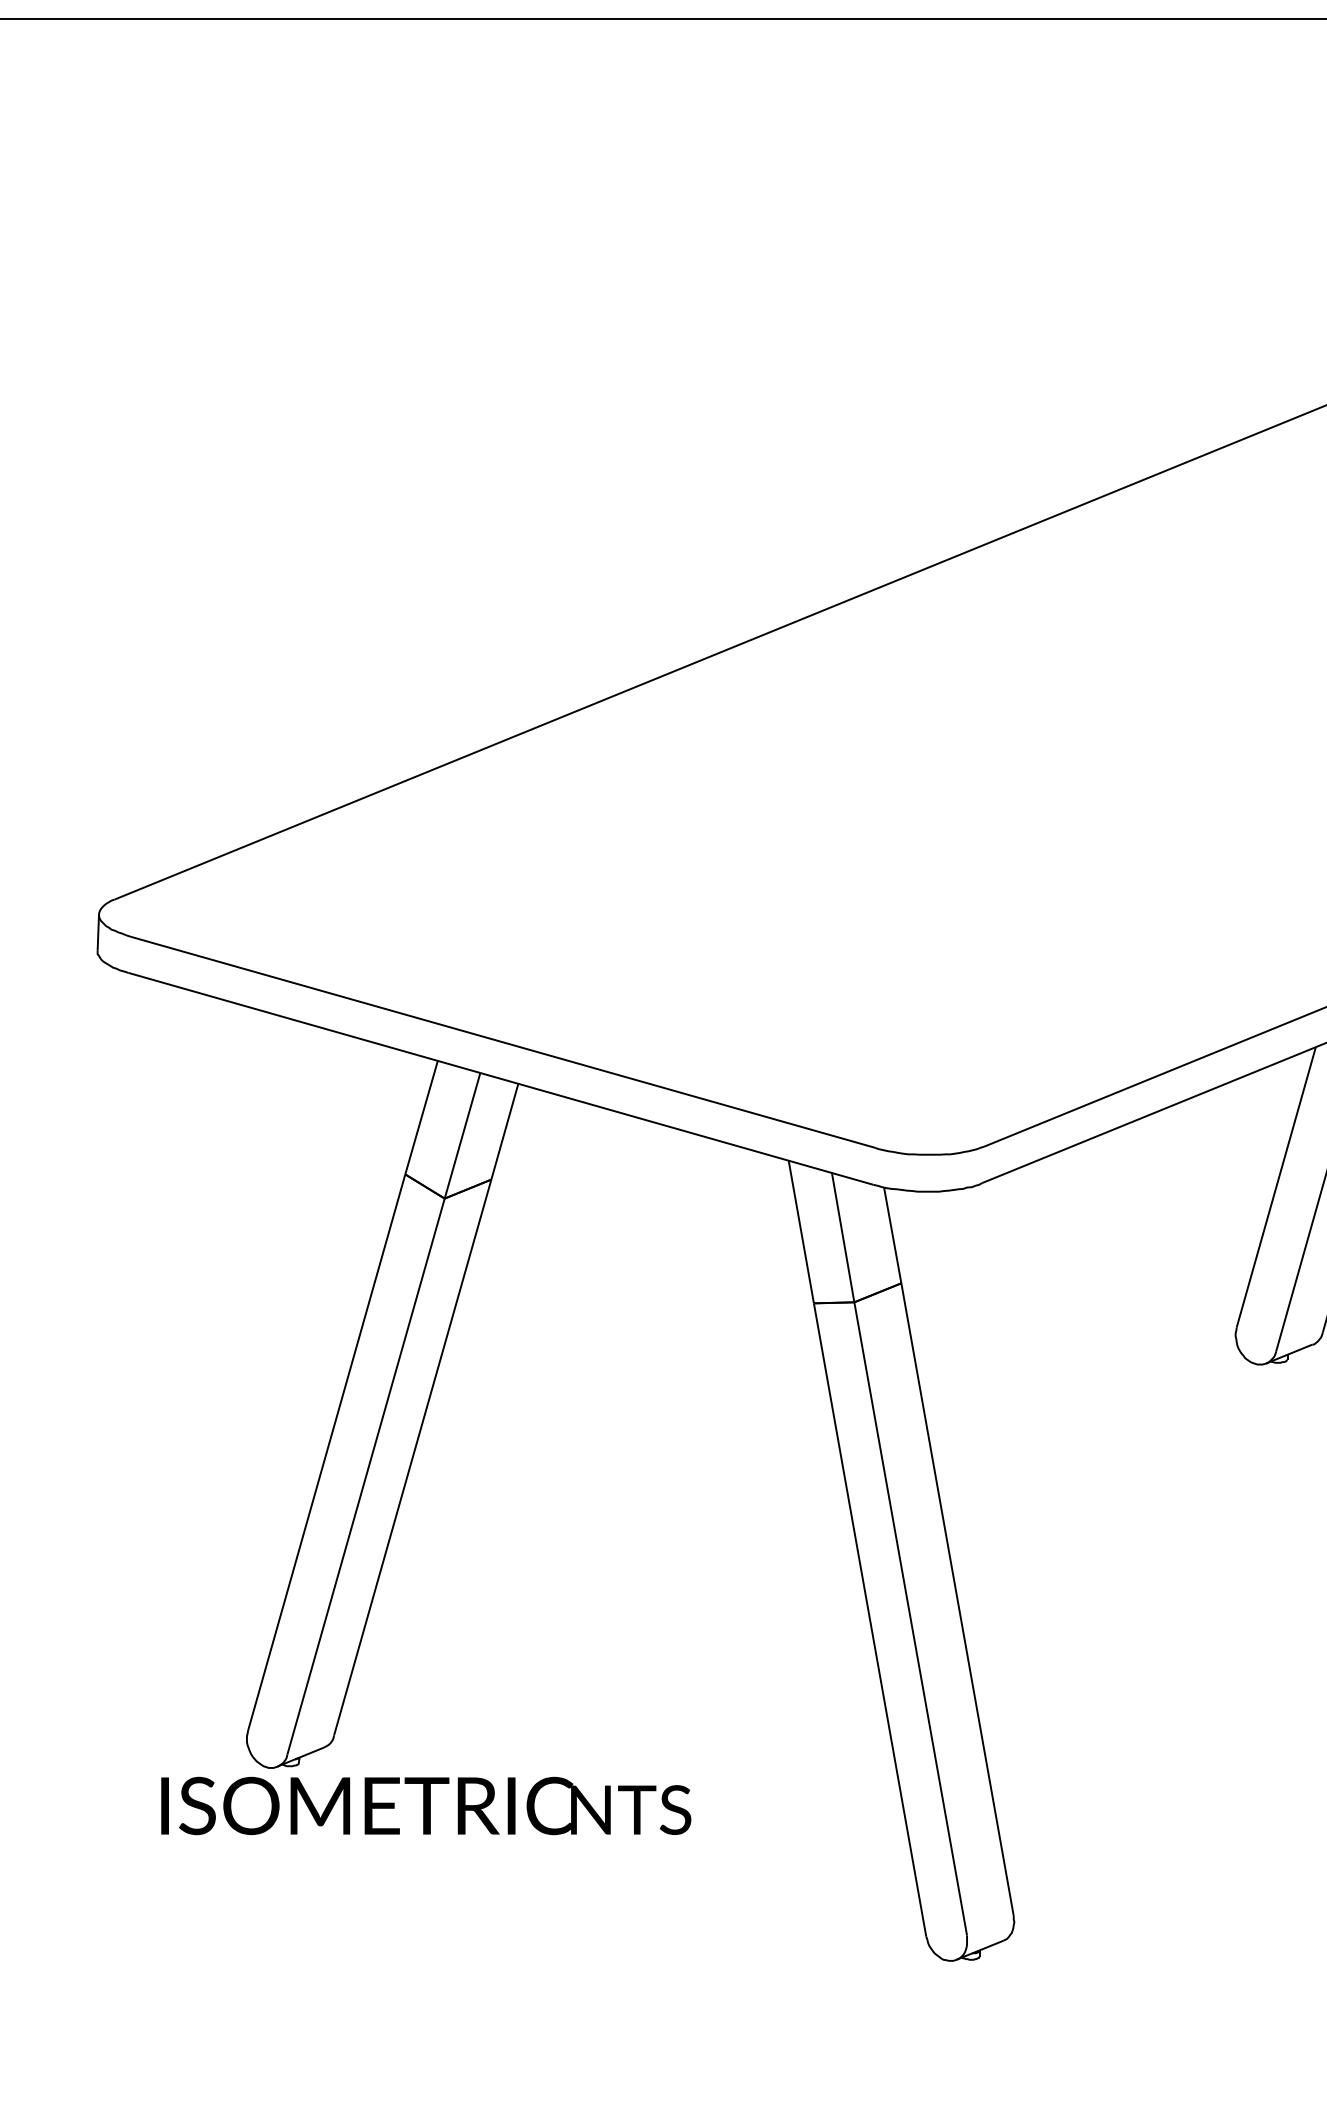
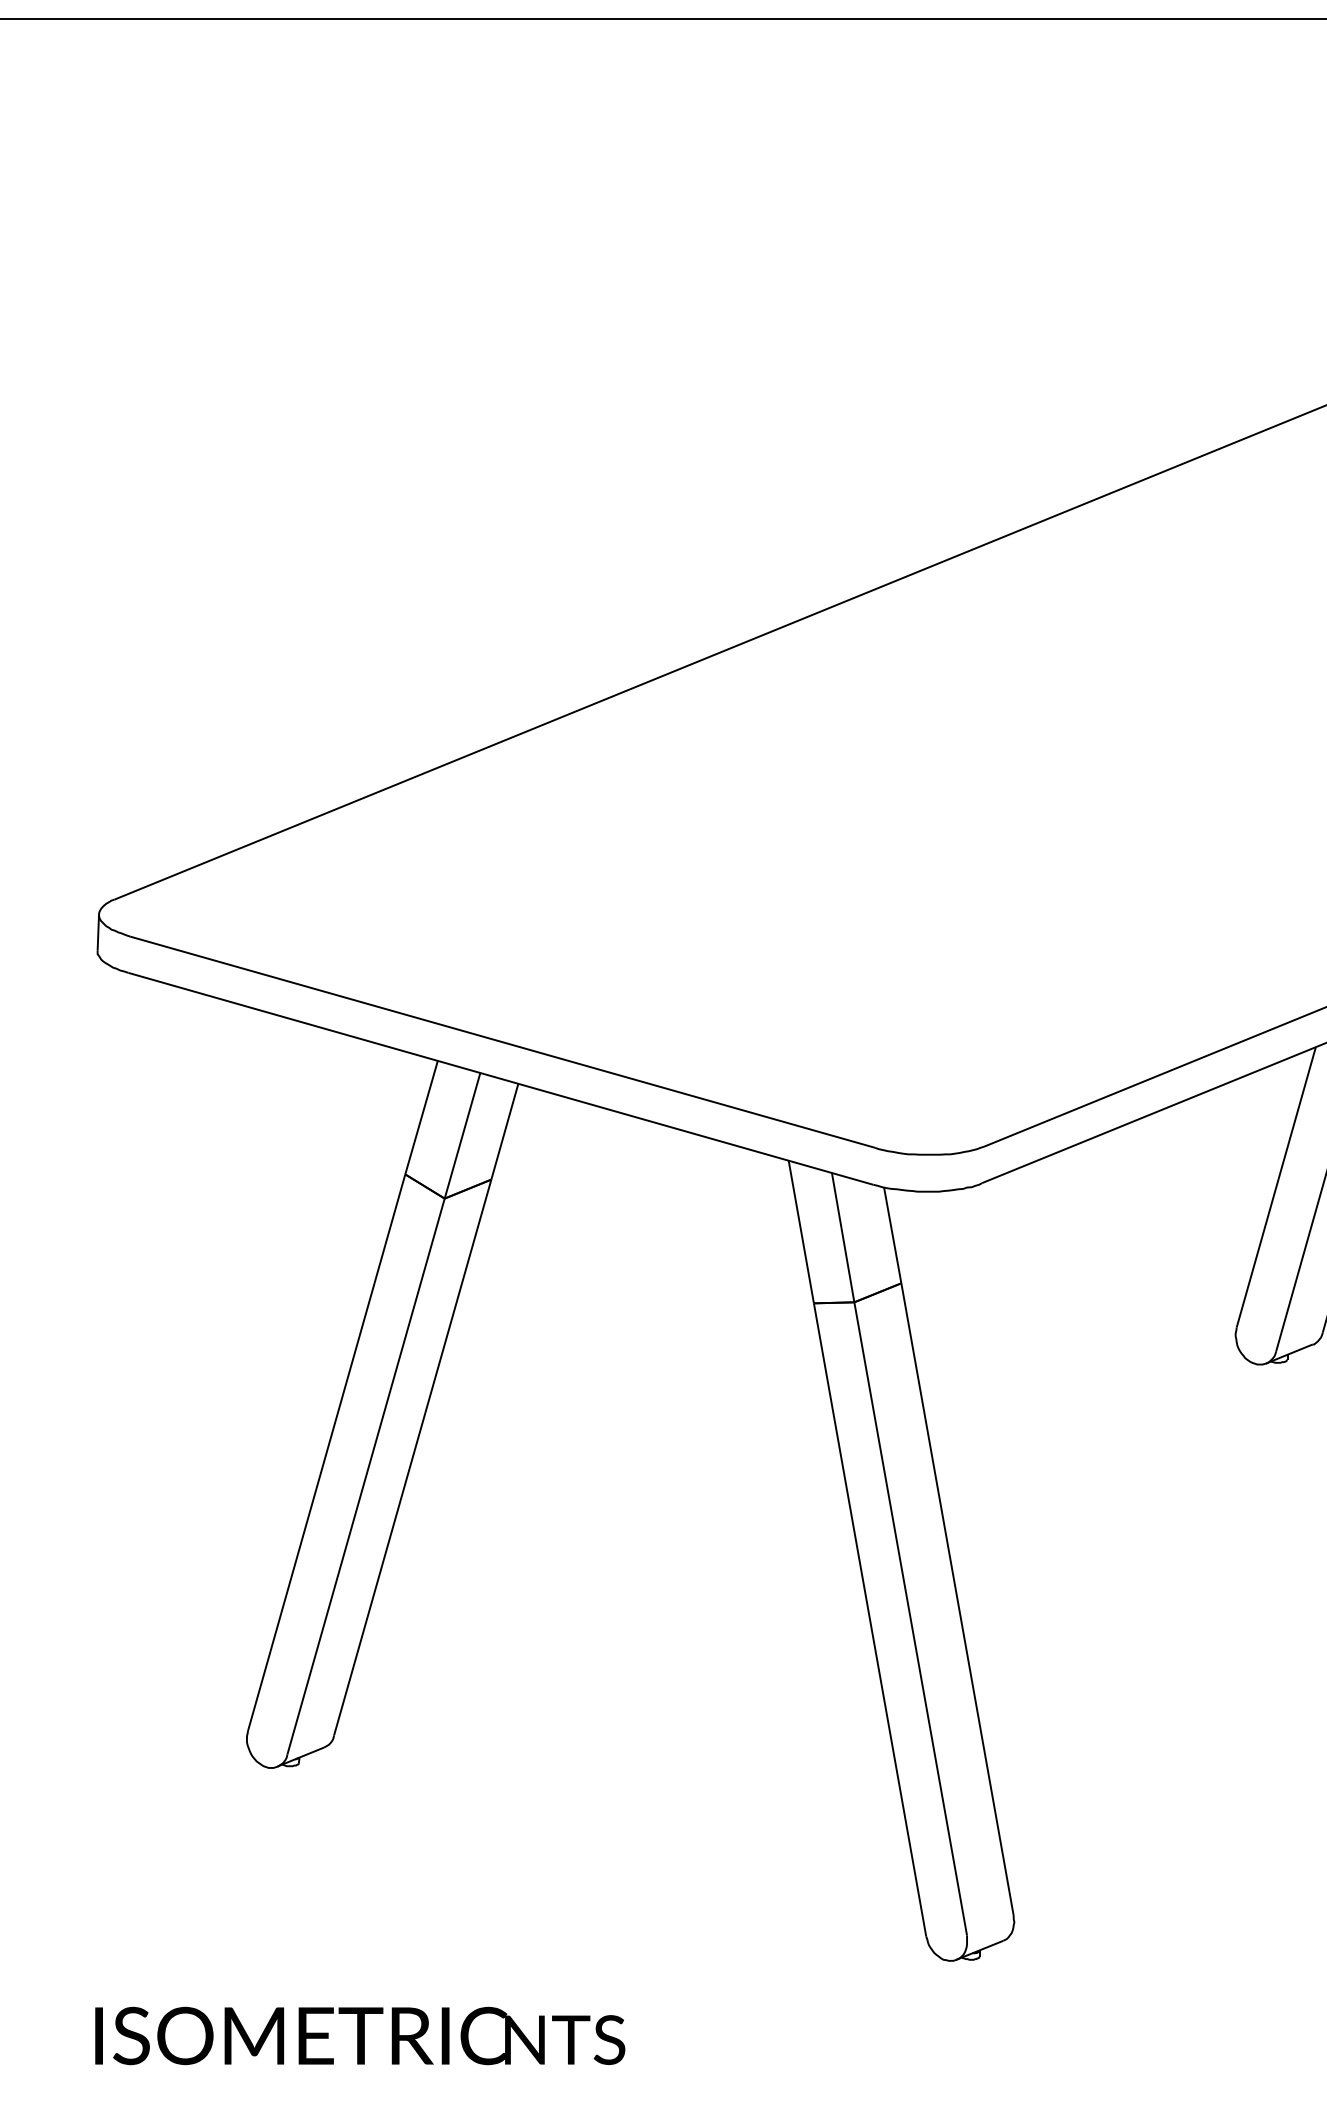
part at (426, 1805) position: (426, 1805) -> (360, 2035)
